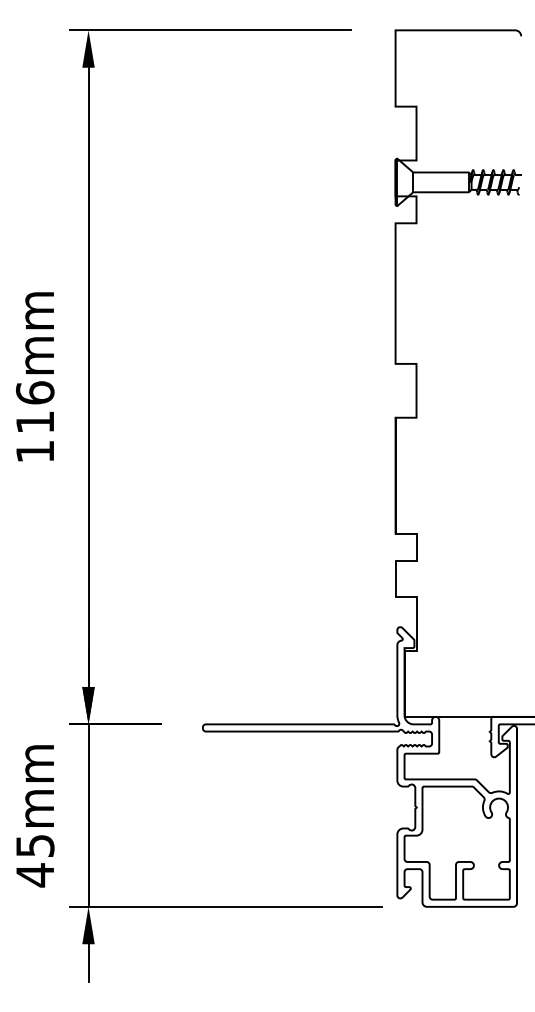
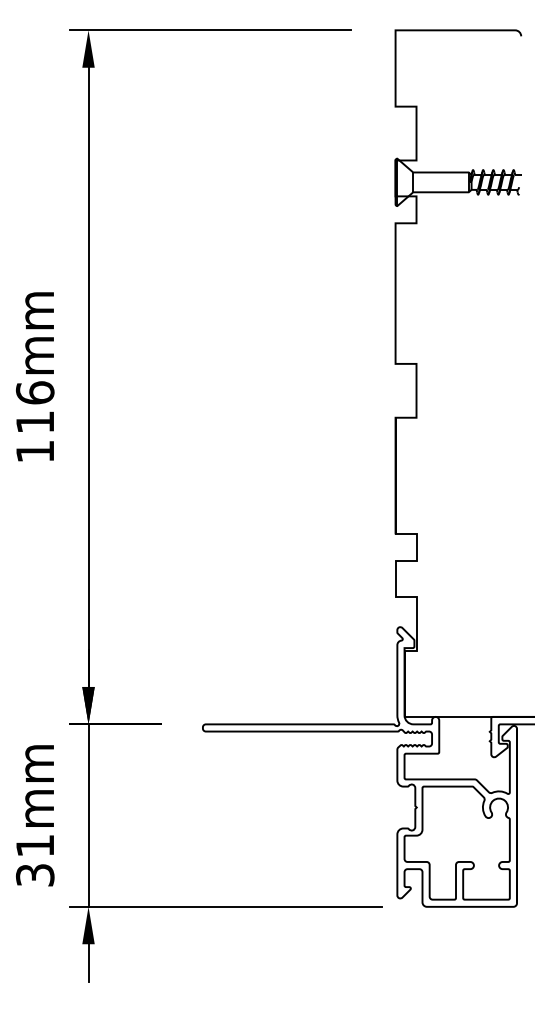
text at (34, 861): 45mm -> 31mm
